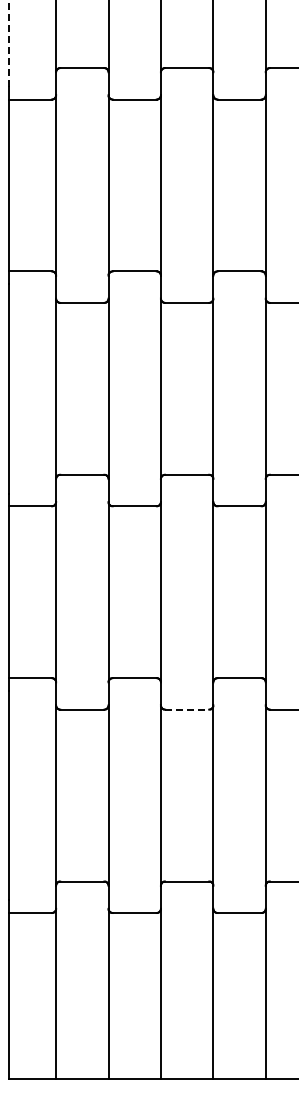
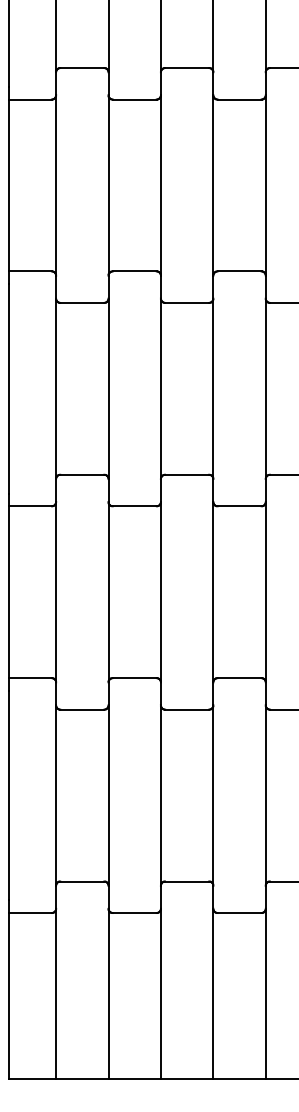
line at (9, 43): dashed -> solid
line at (187, 709): dashed -> solid
